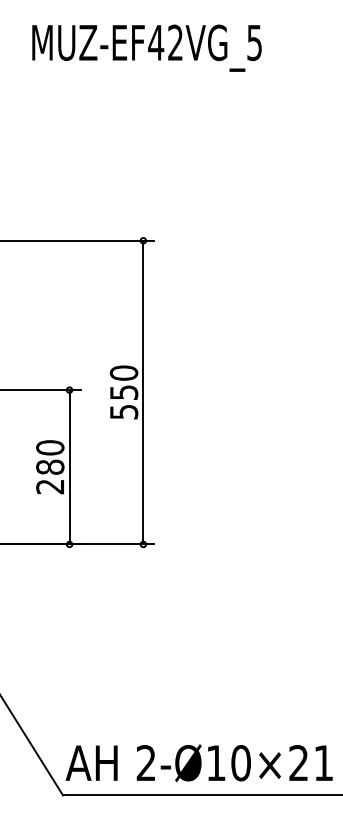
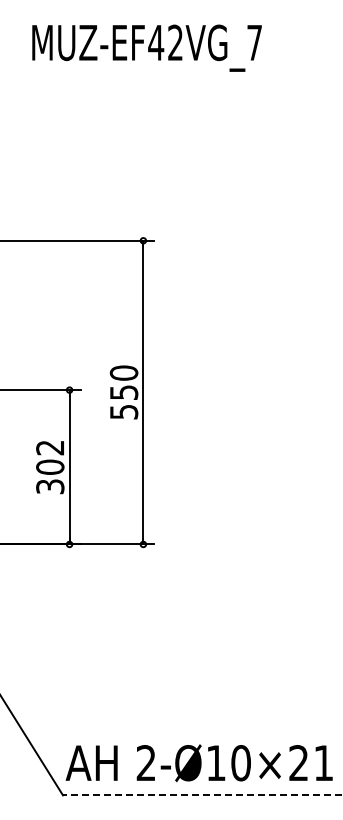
text at (254, 43): MUZ-EF42VG_5 -> MUZ-EF42VG_7
text at (50, 467): 280 -> 302
line at (202, 795): solid -> dashed
